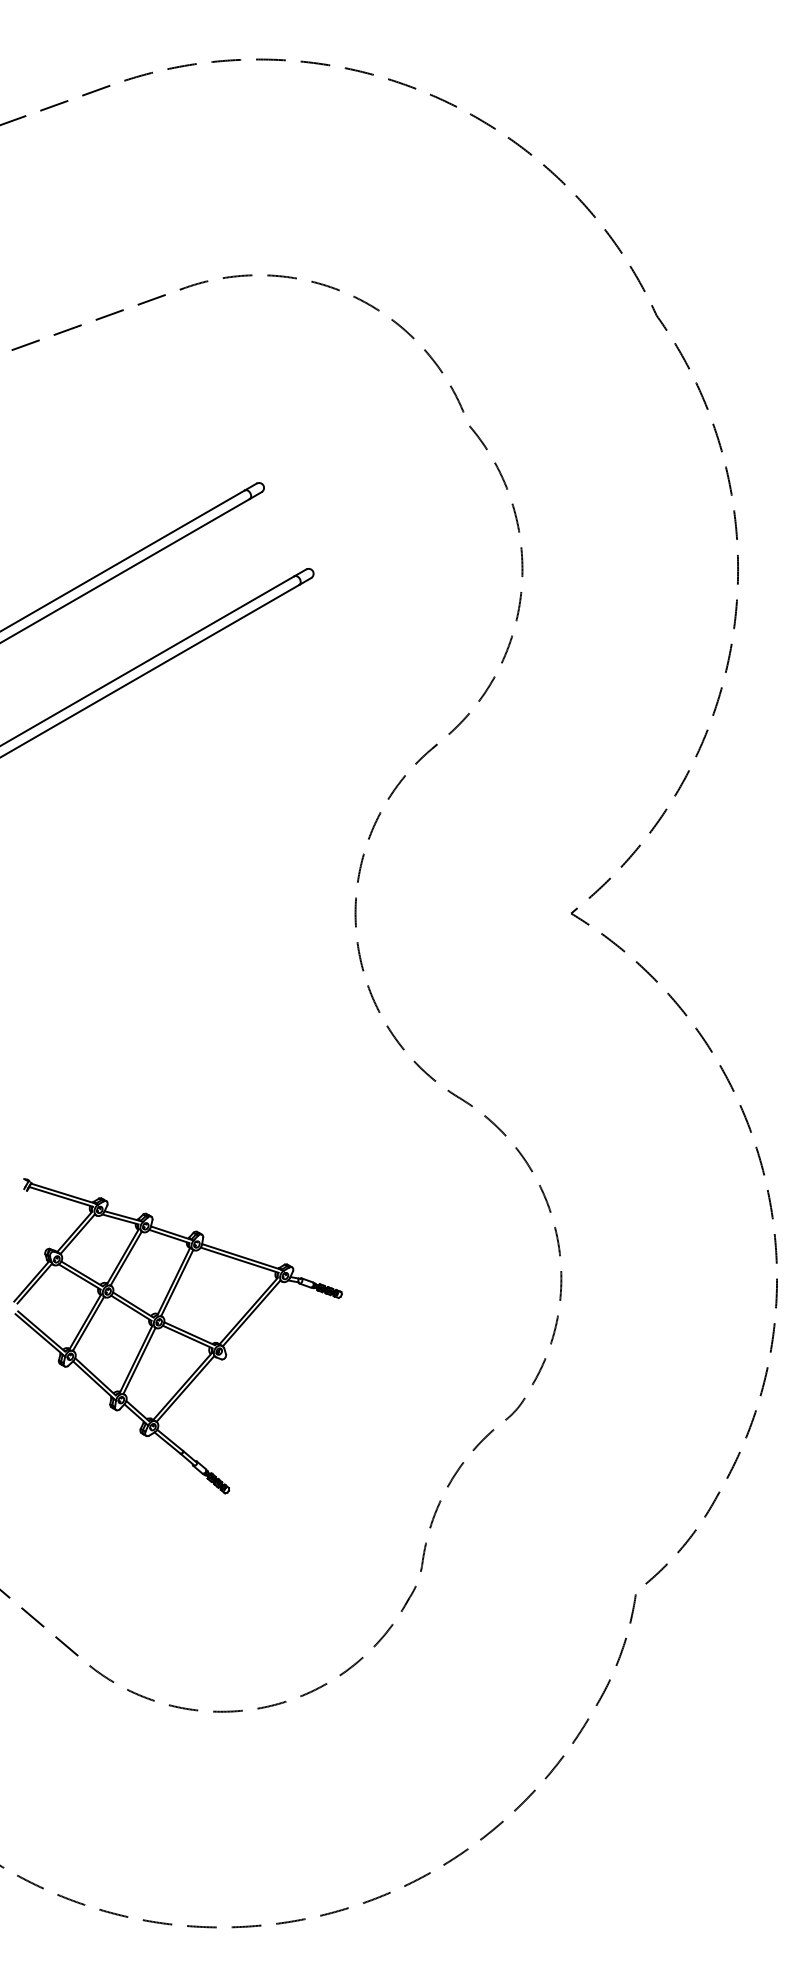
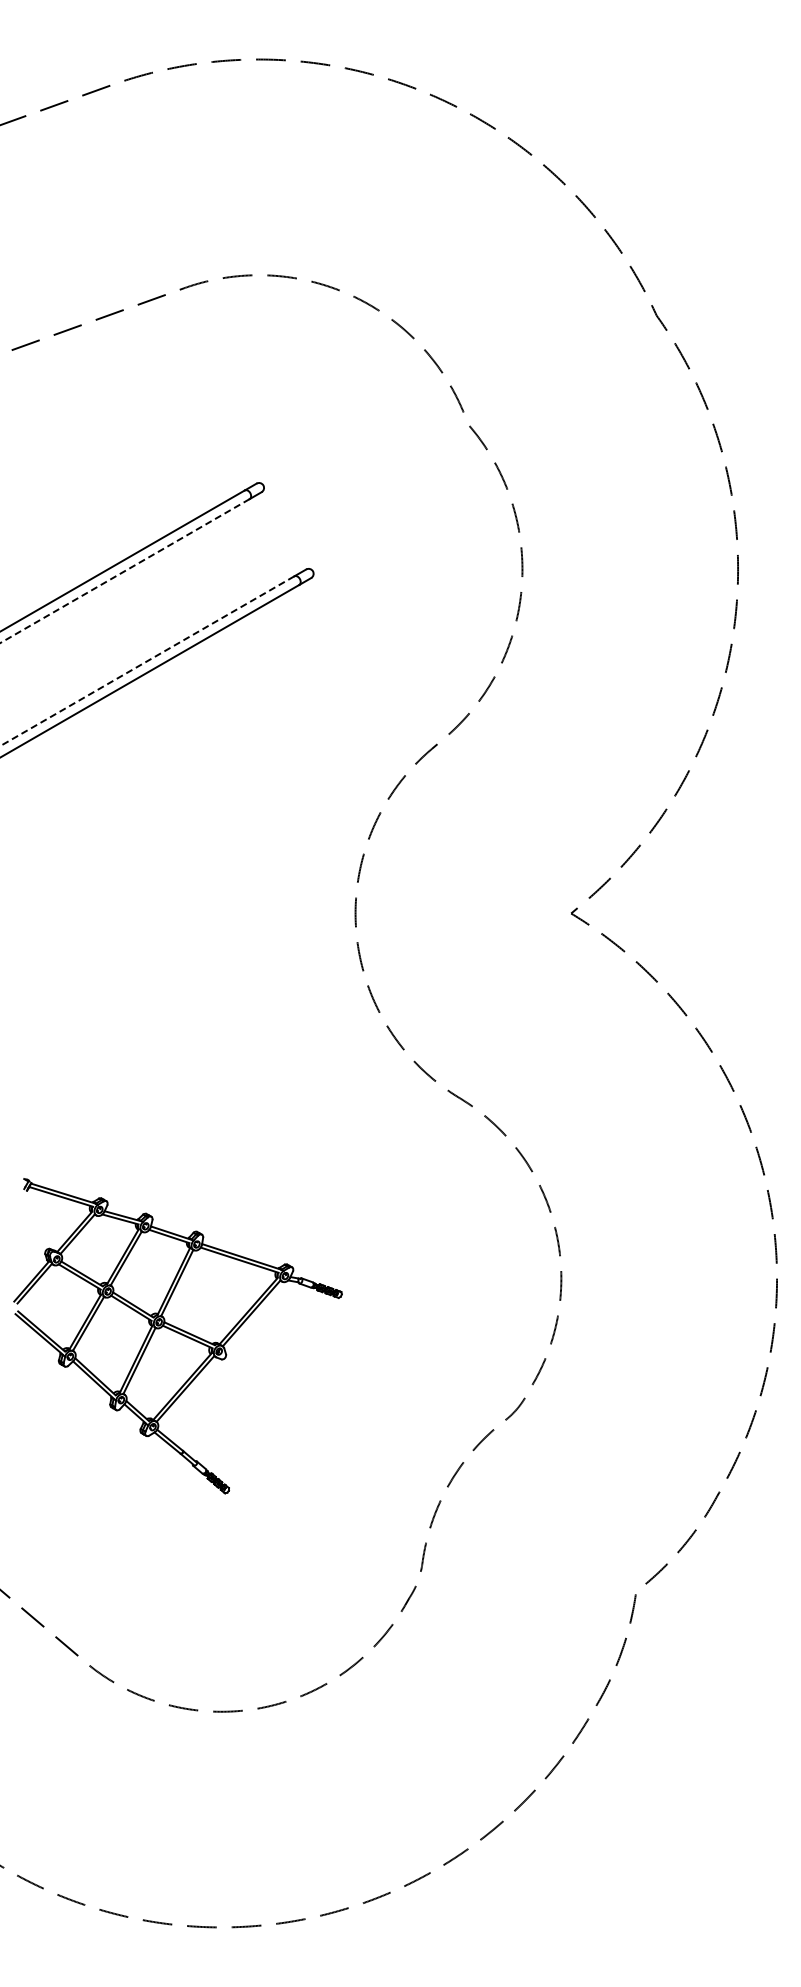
line at (124, 571): solid -> dashed
line at (147, 661): solid -> dashed
